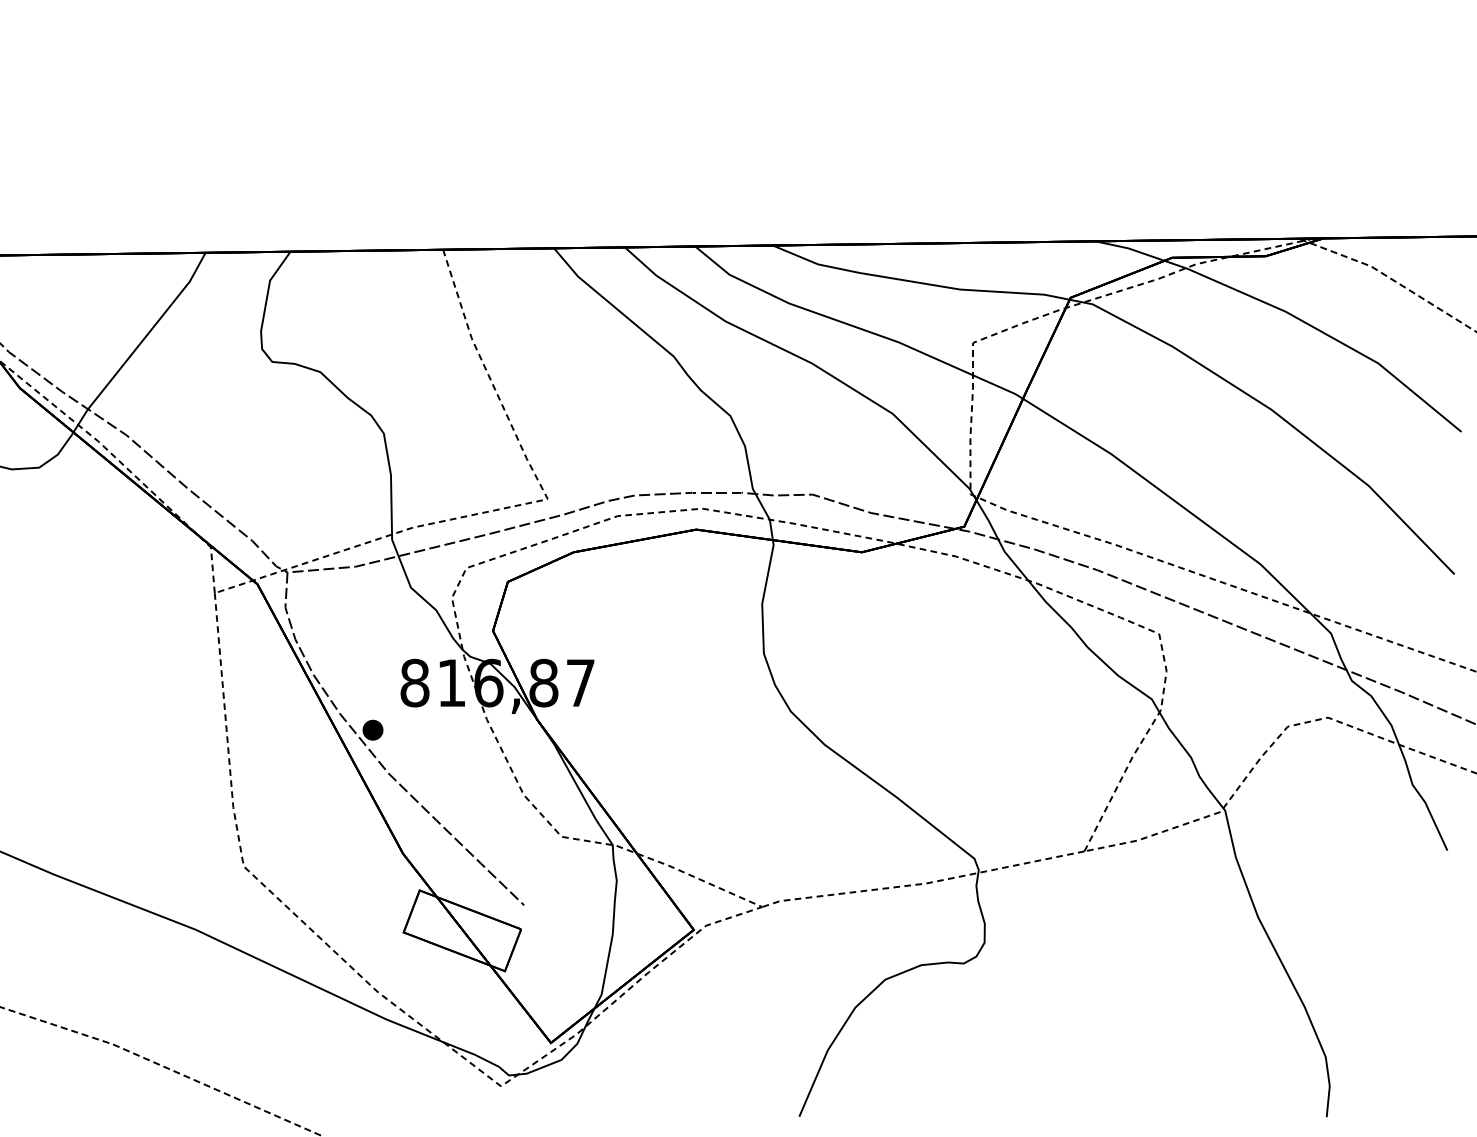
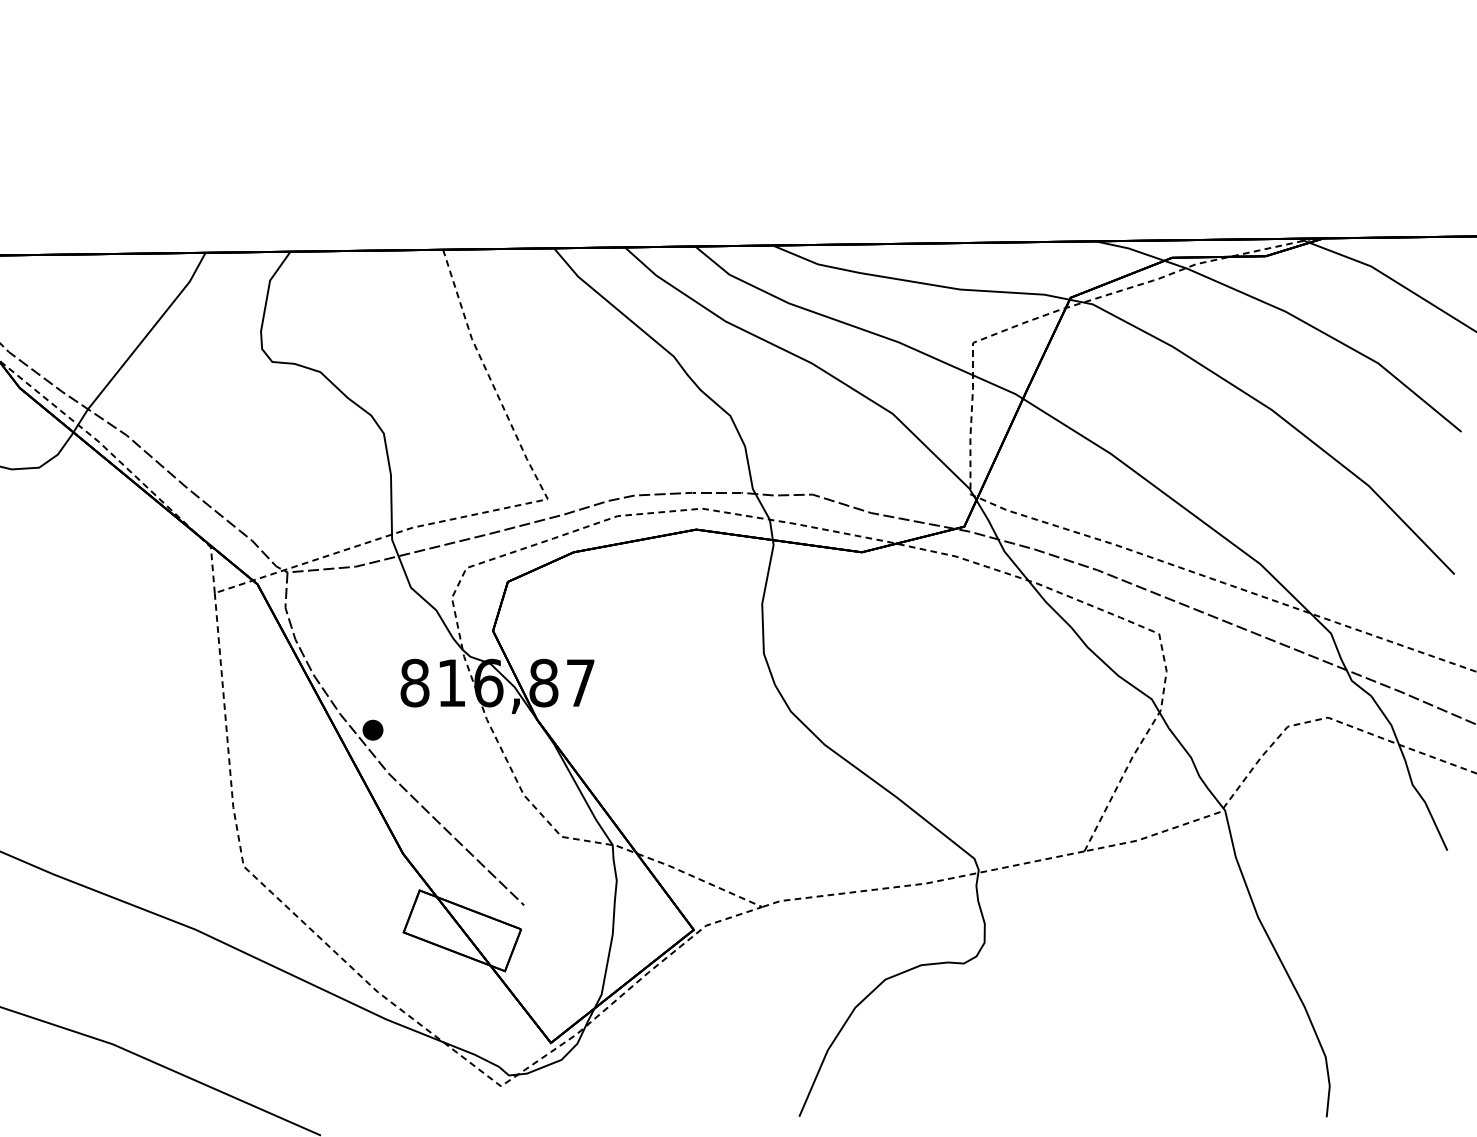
line at (1390, 278): dashed -> solid
line at (162, 1065): dashed -> solid
